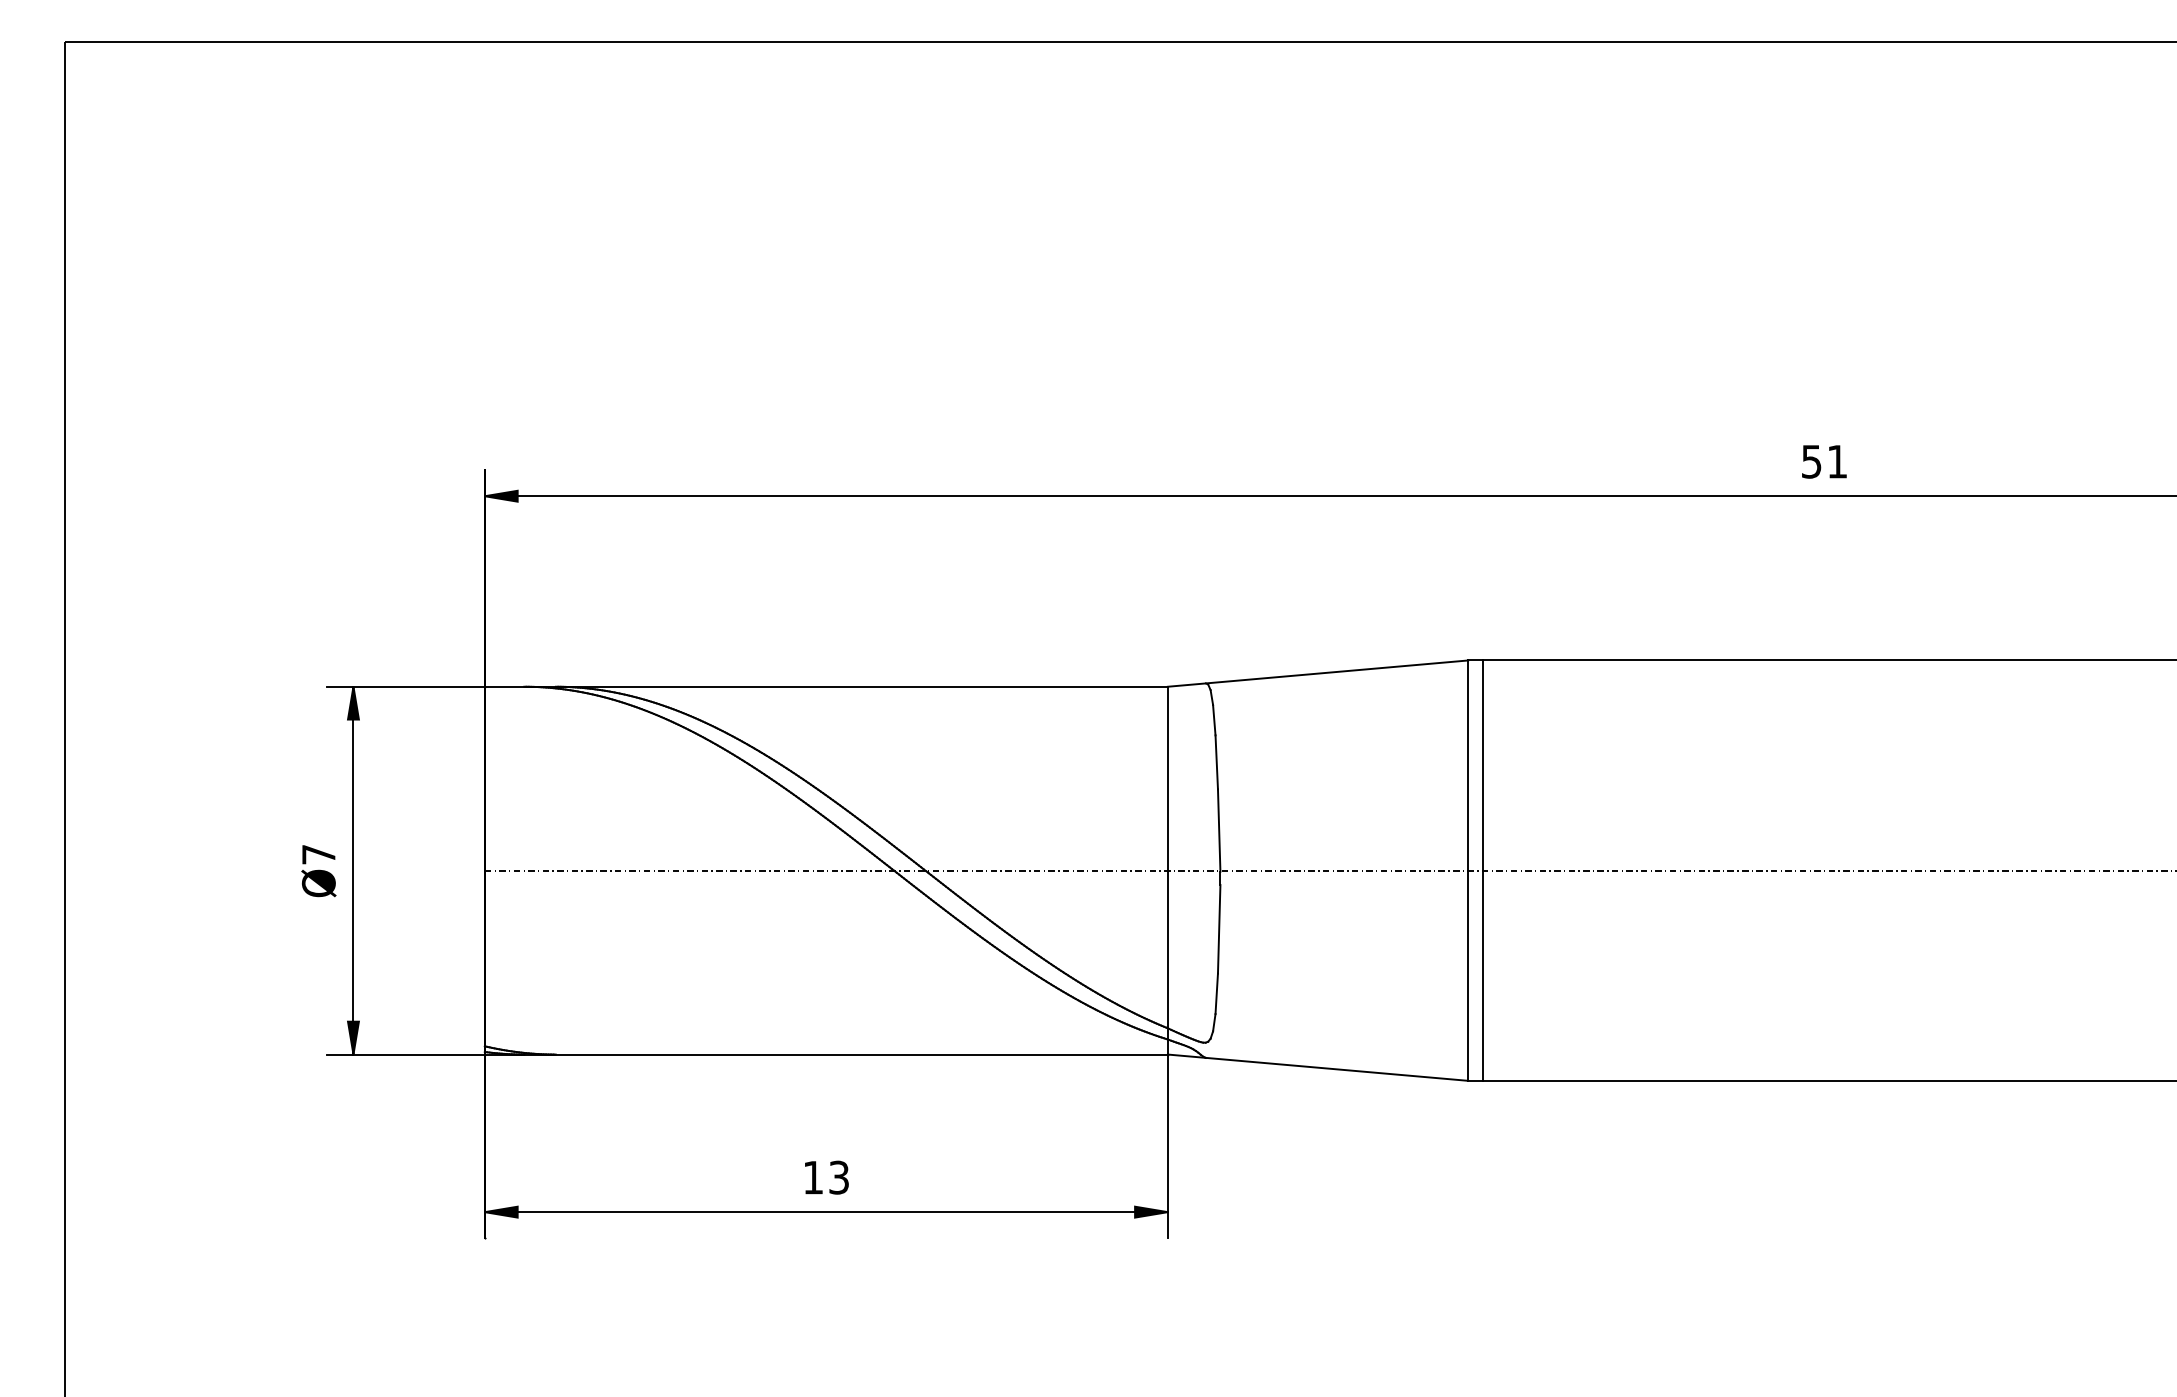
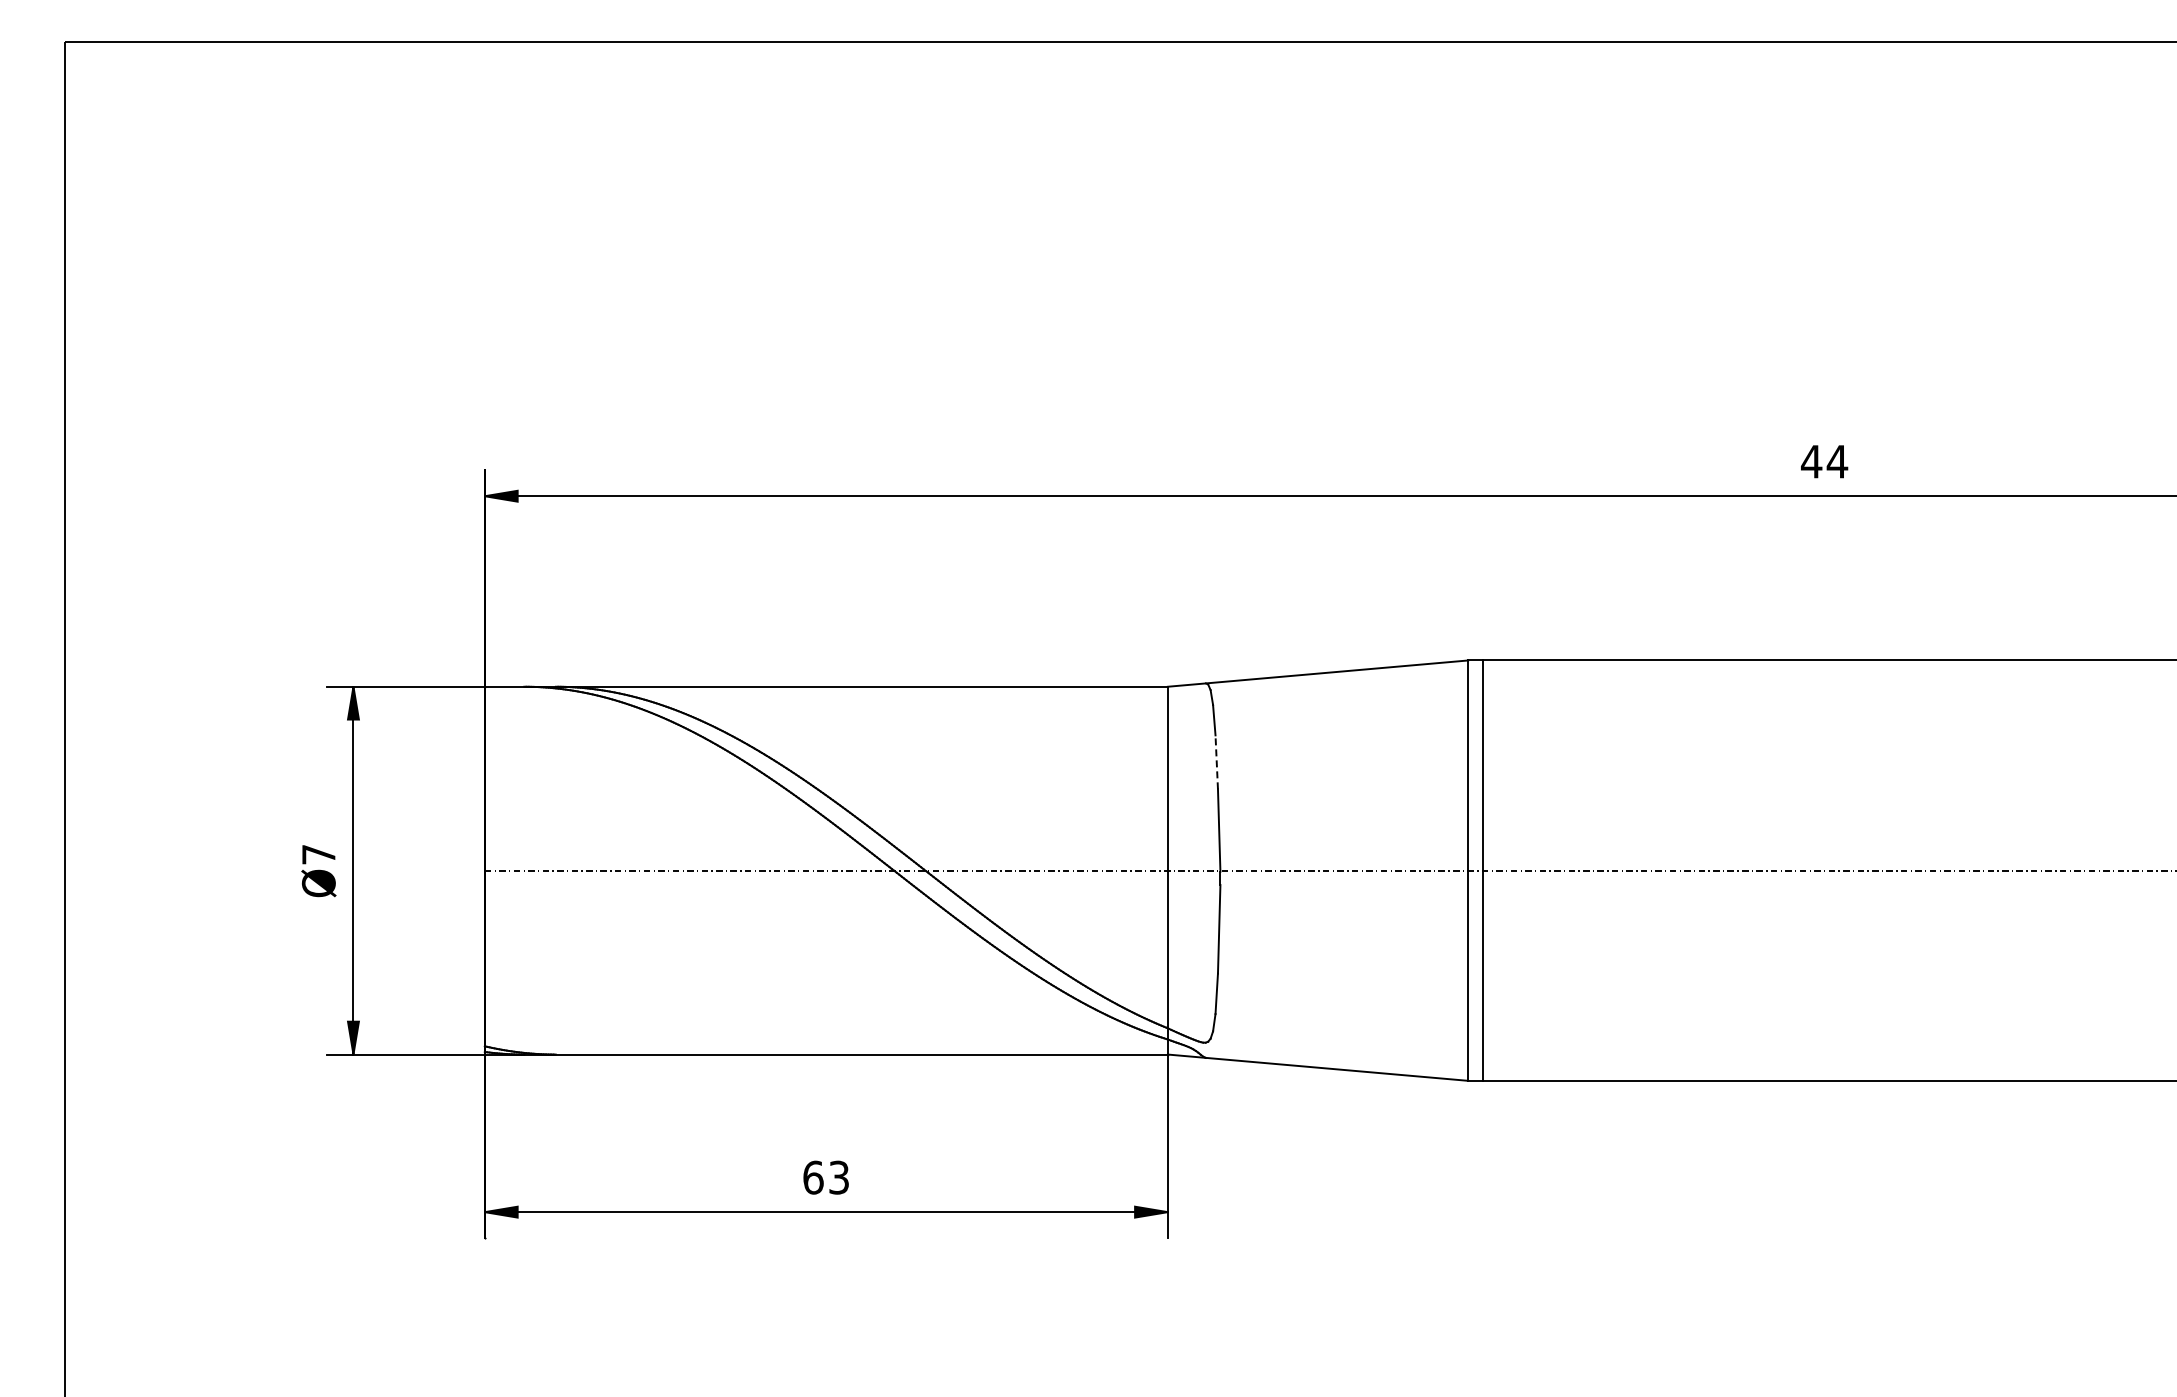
text at (1824, 461): 51 -> 44
line at (1216, 761): solid -> dashed
text at (813, 1177): 13 -> 63
